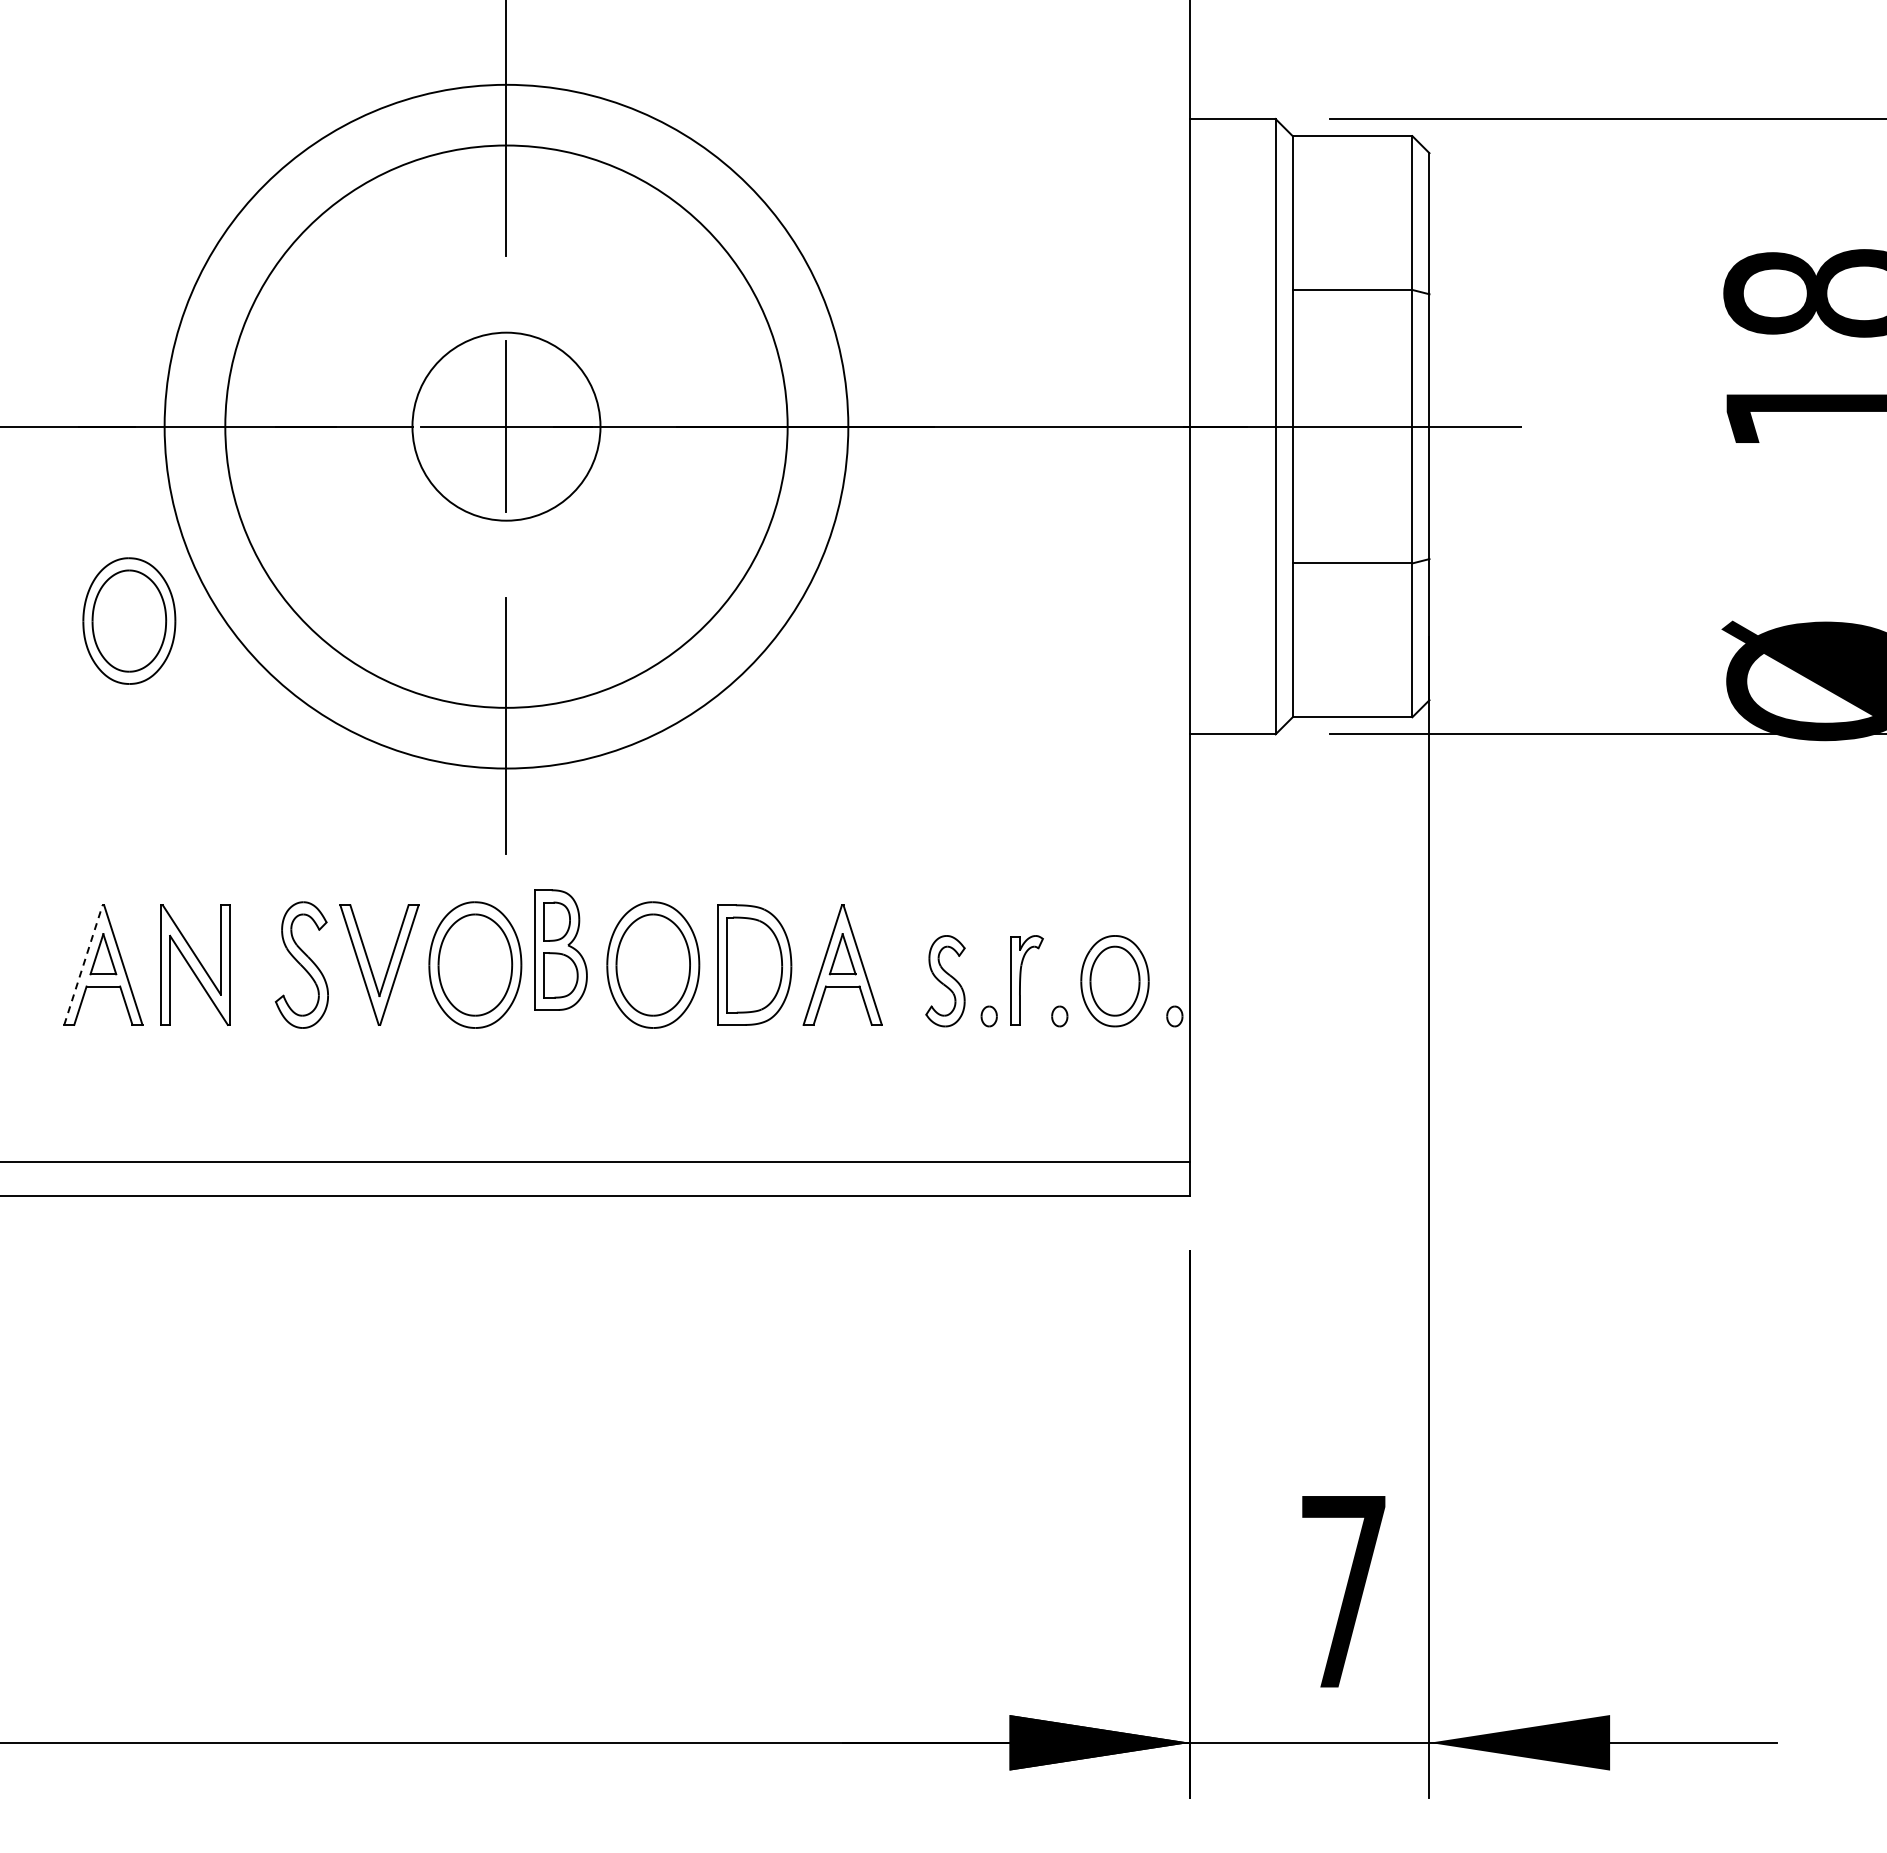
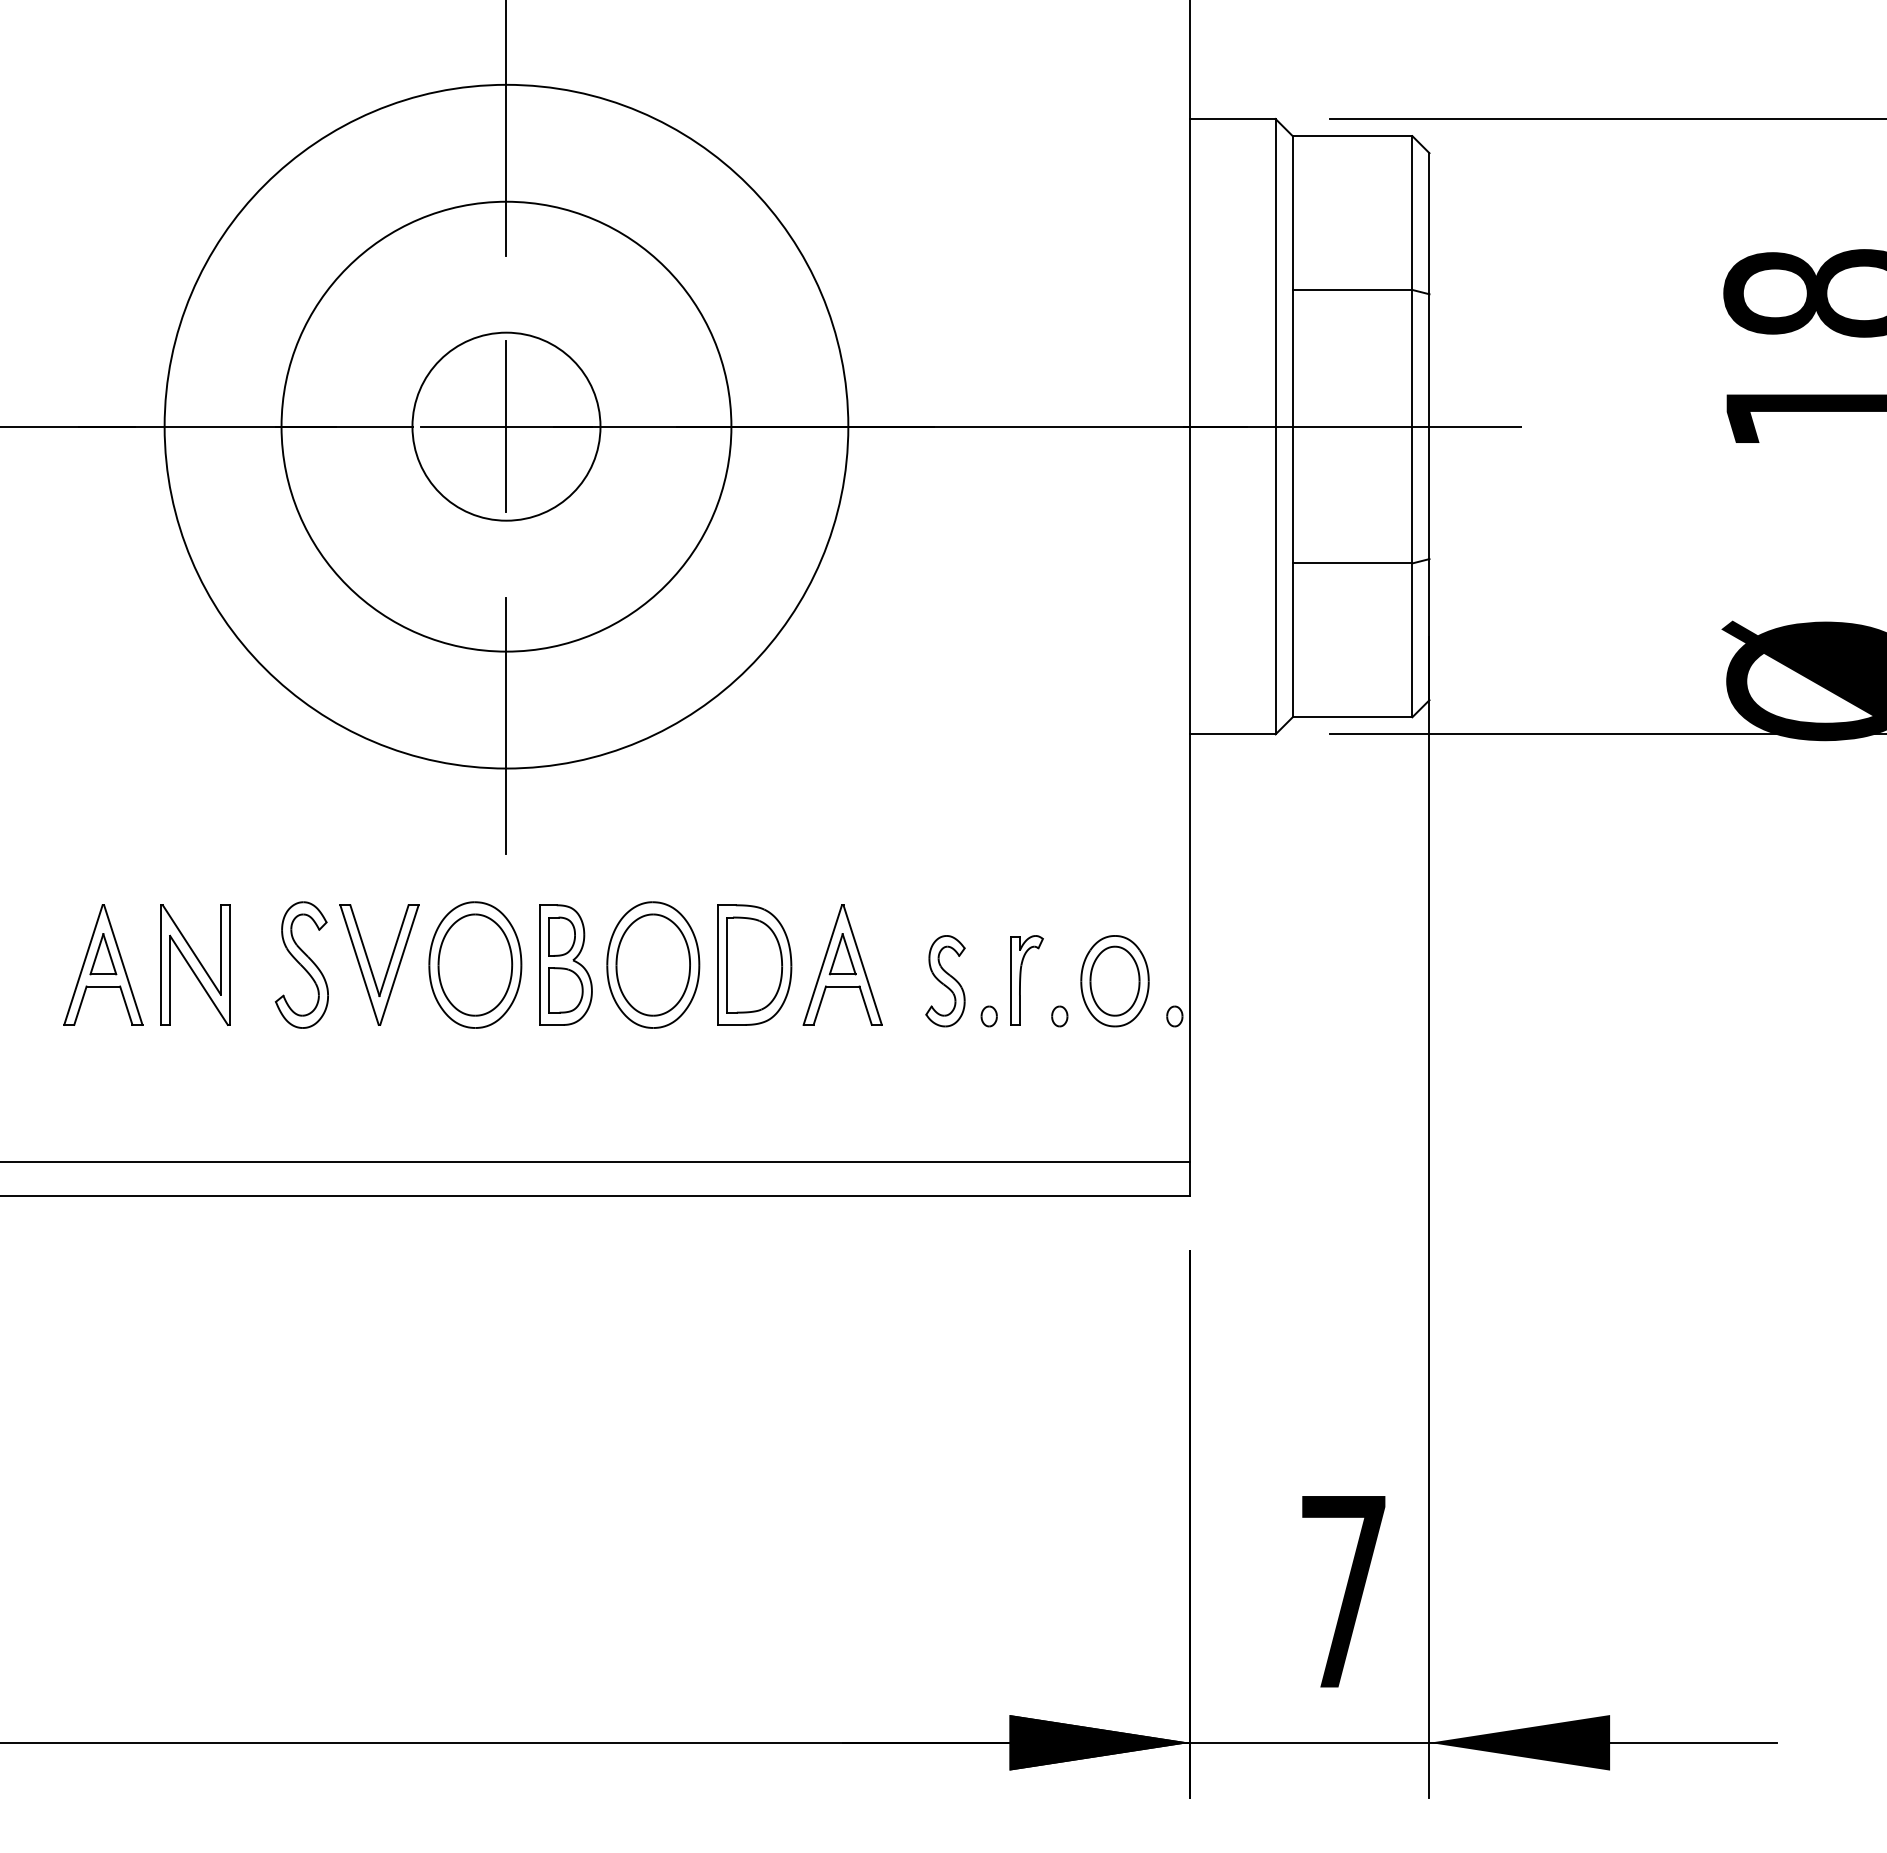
circle at (506, 426) diameter: 562 px -> 450 px
part at (129, 620): present -> none
part at (560, 949) position: (560, 949) -> (565, 964)
line at (83, 965): dashed -> solid
